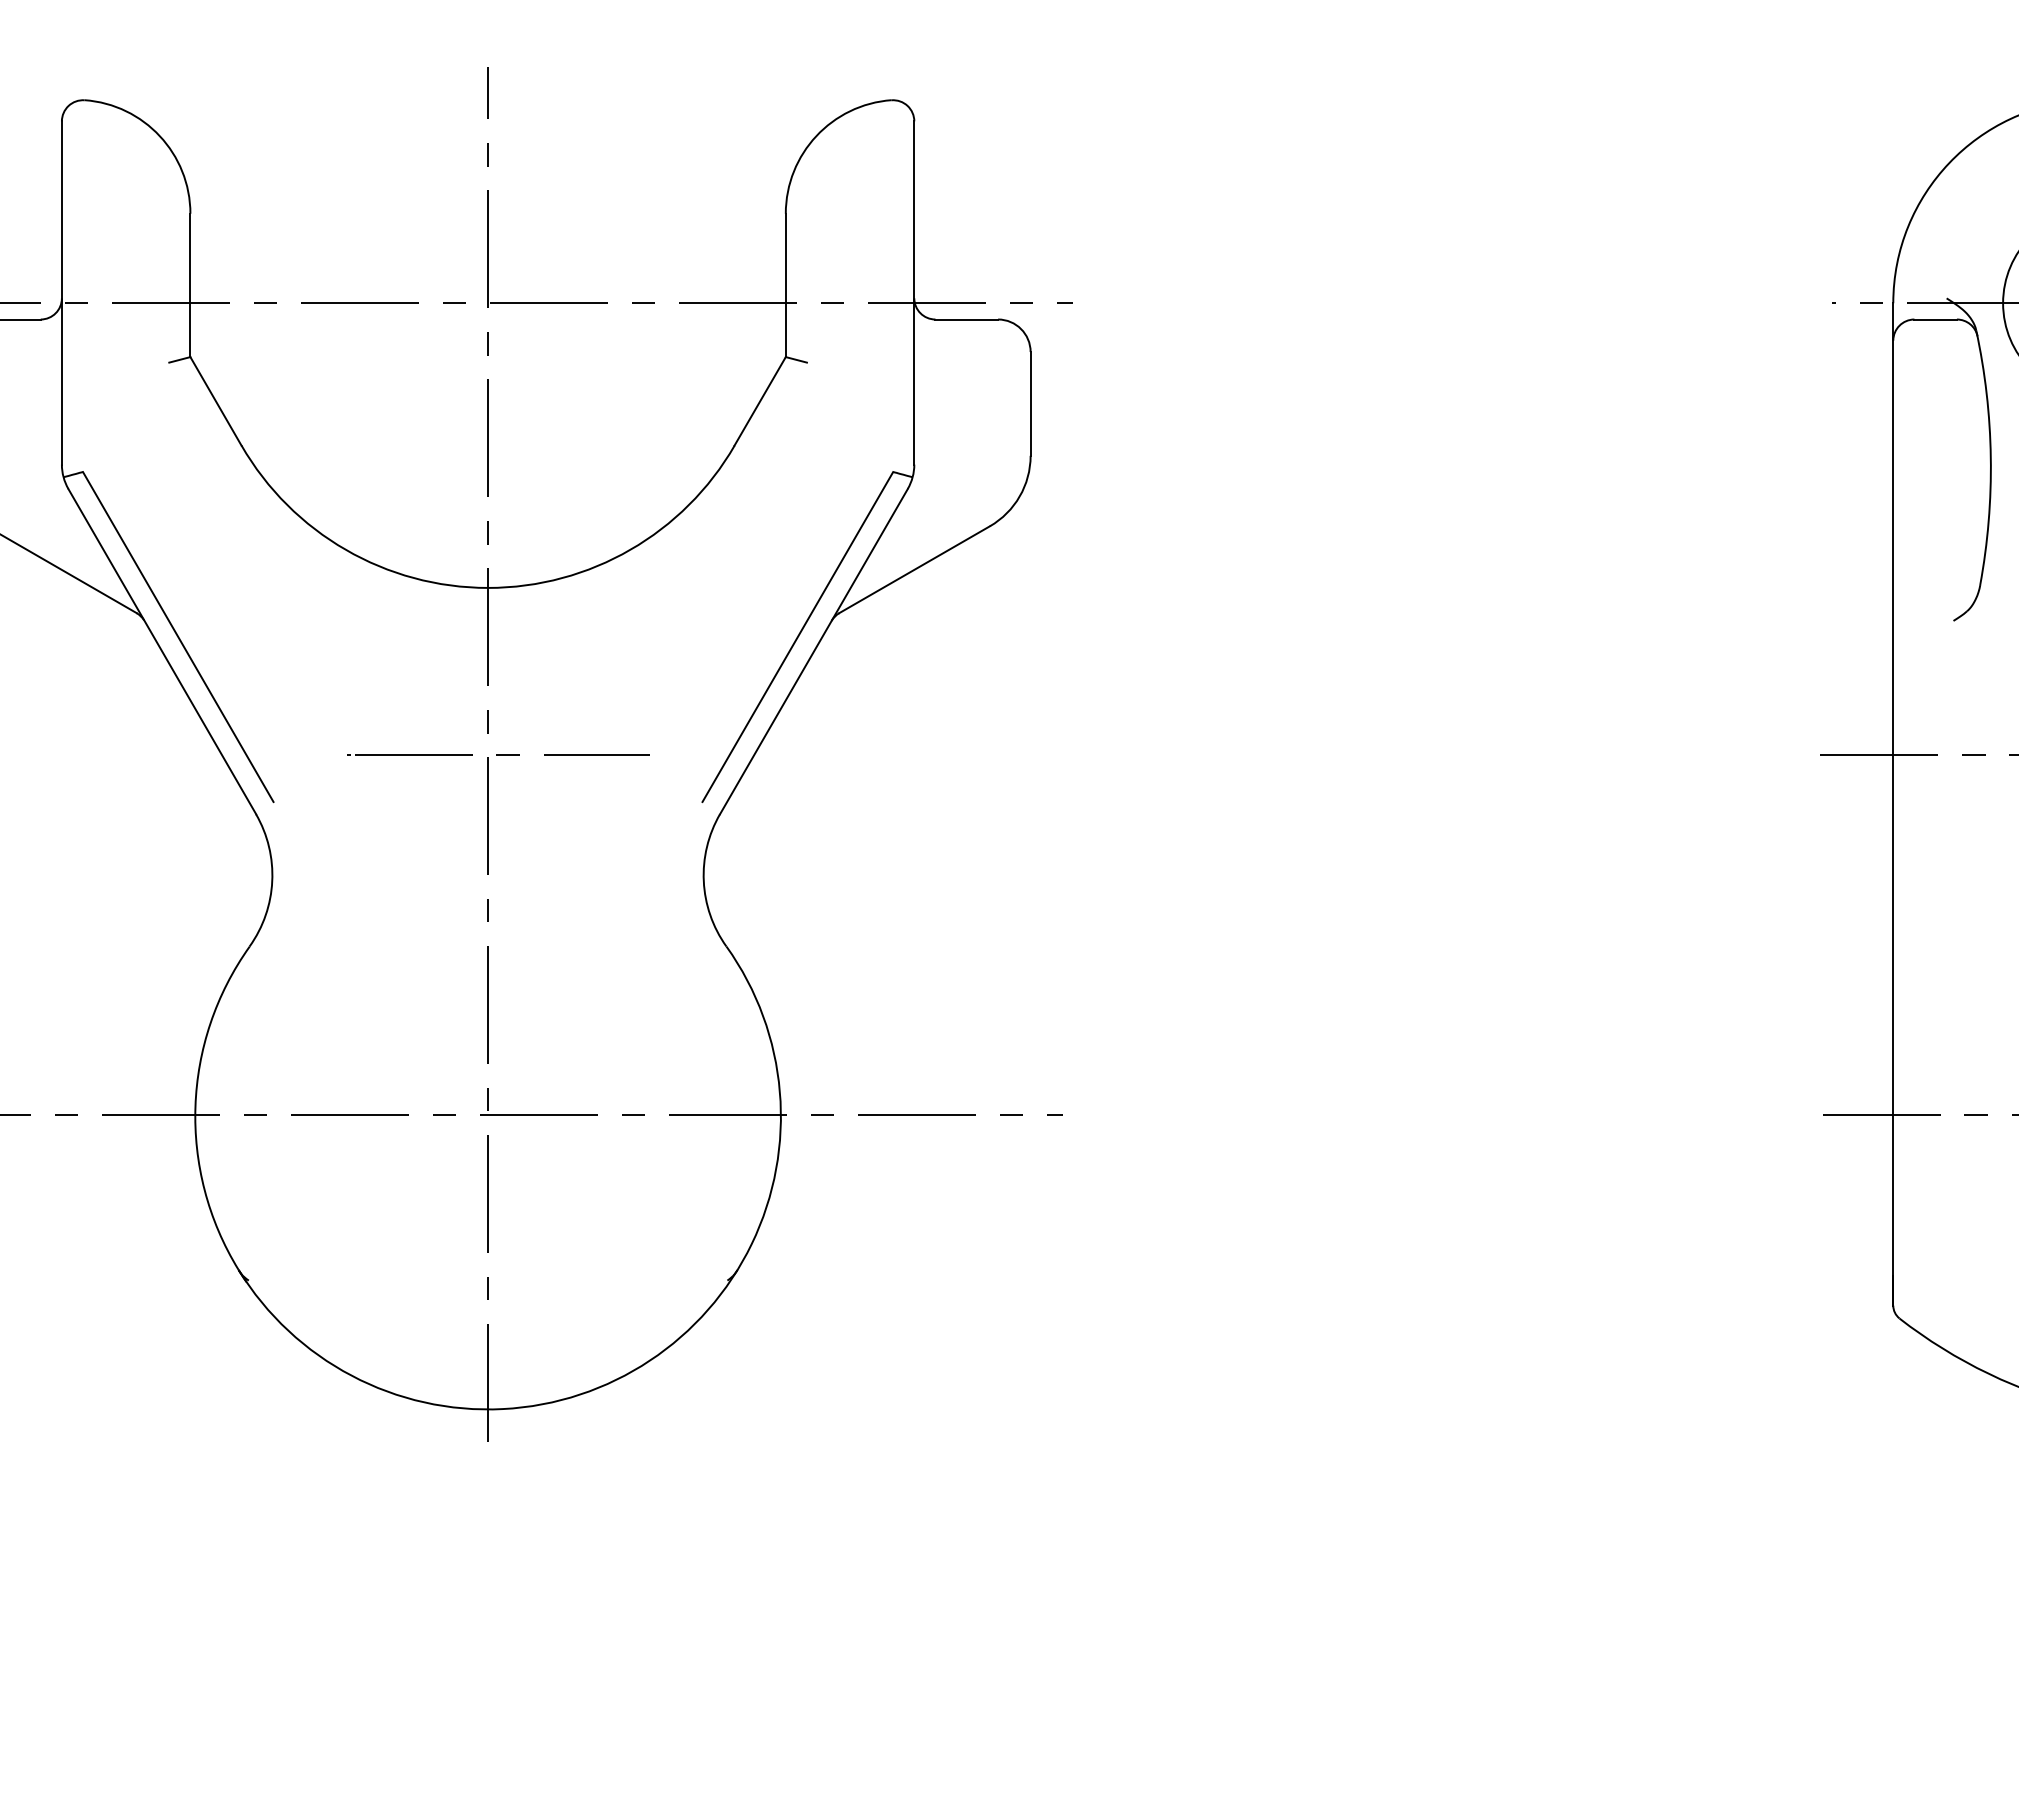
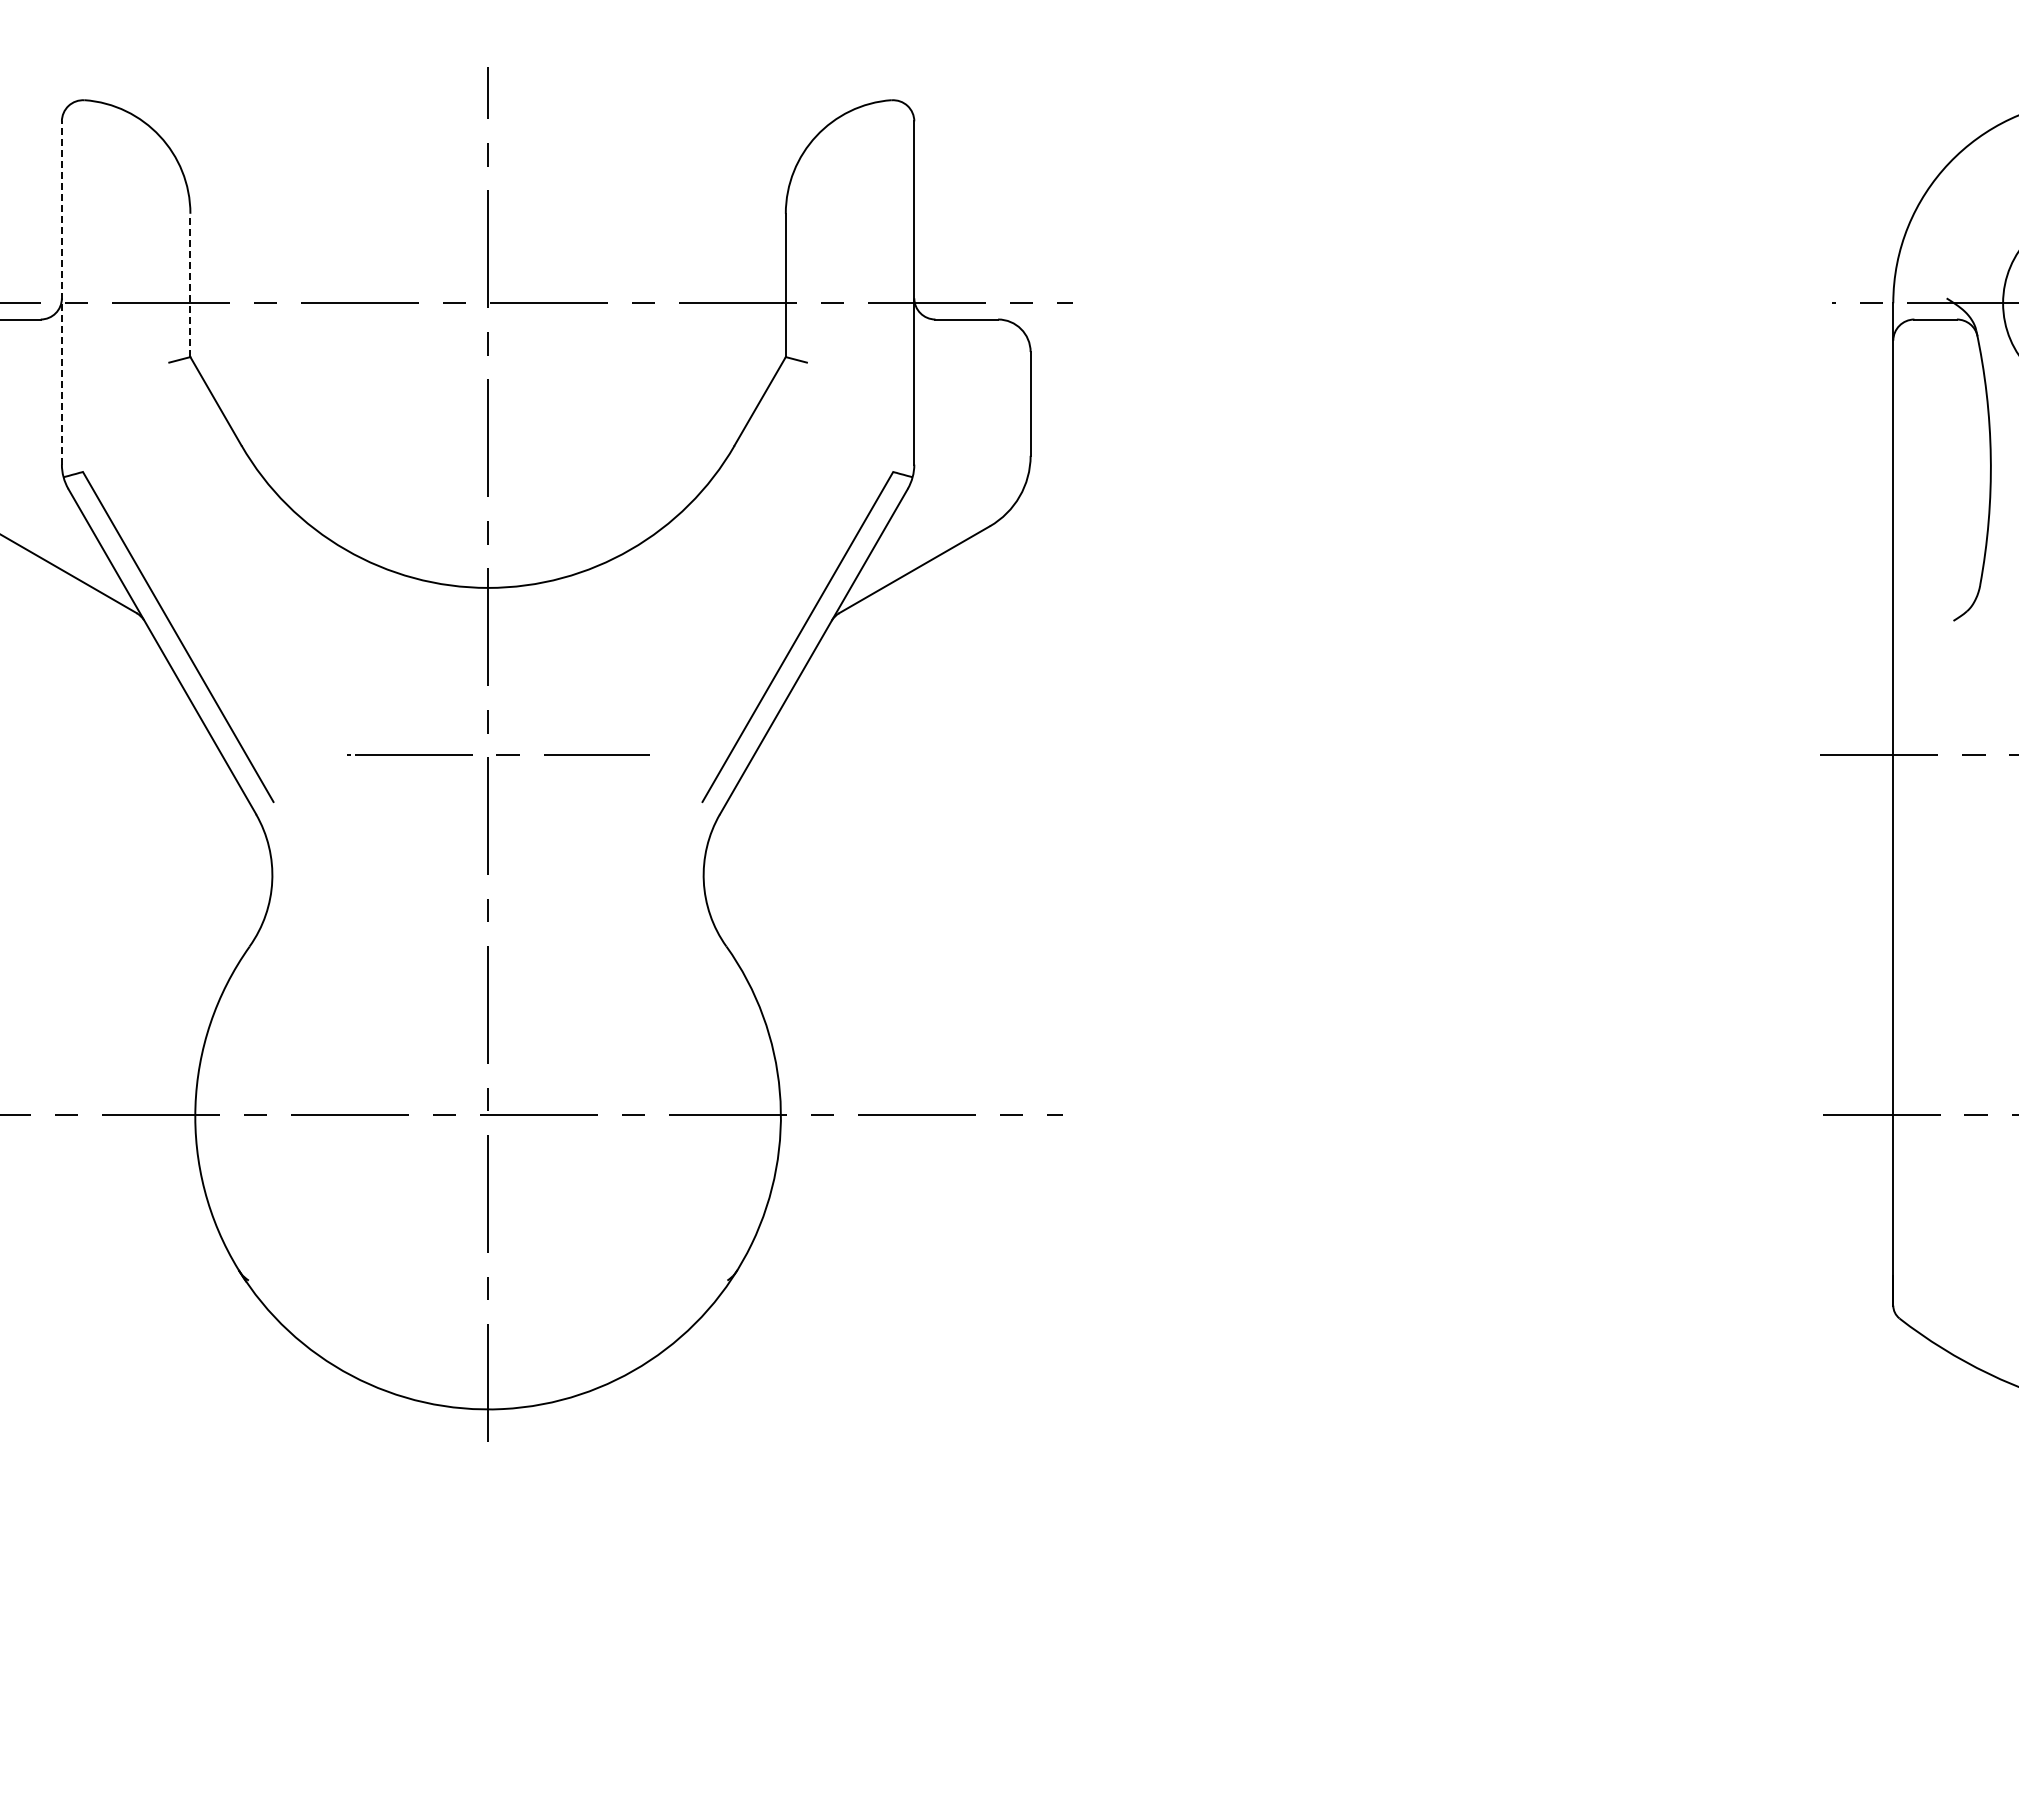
line at (190, 285): solid -> dashed
line at (61, 293): solid -> dashed
